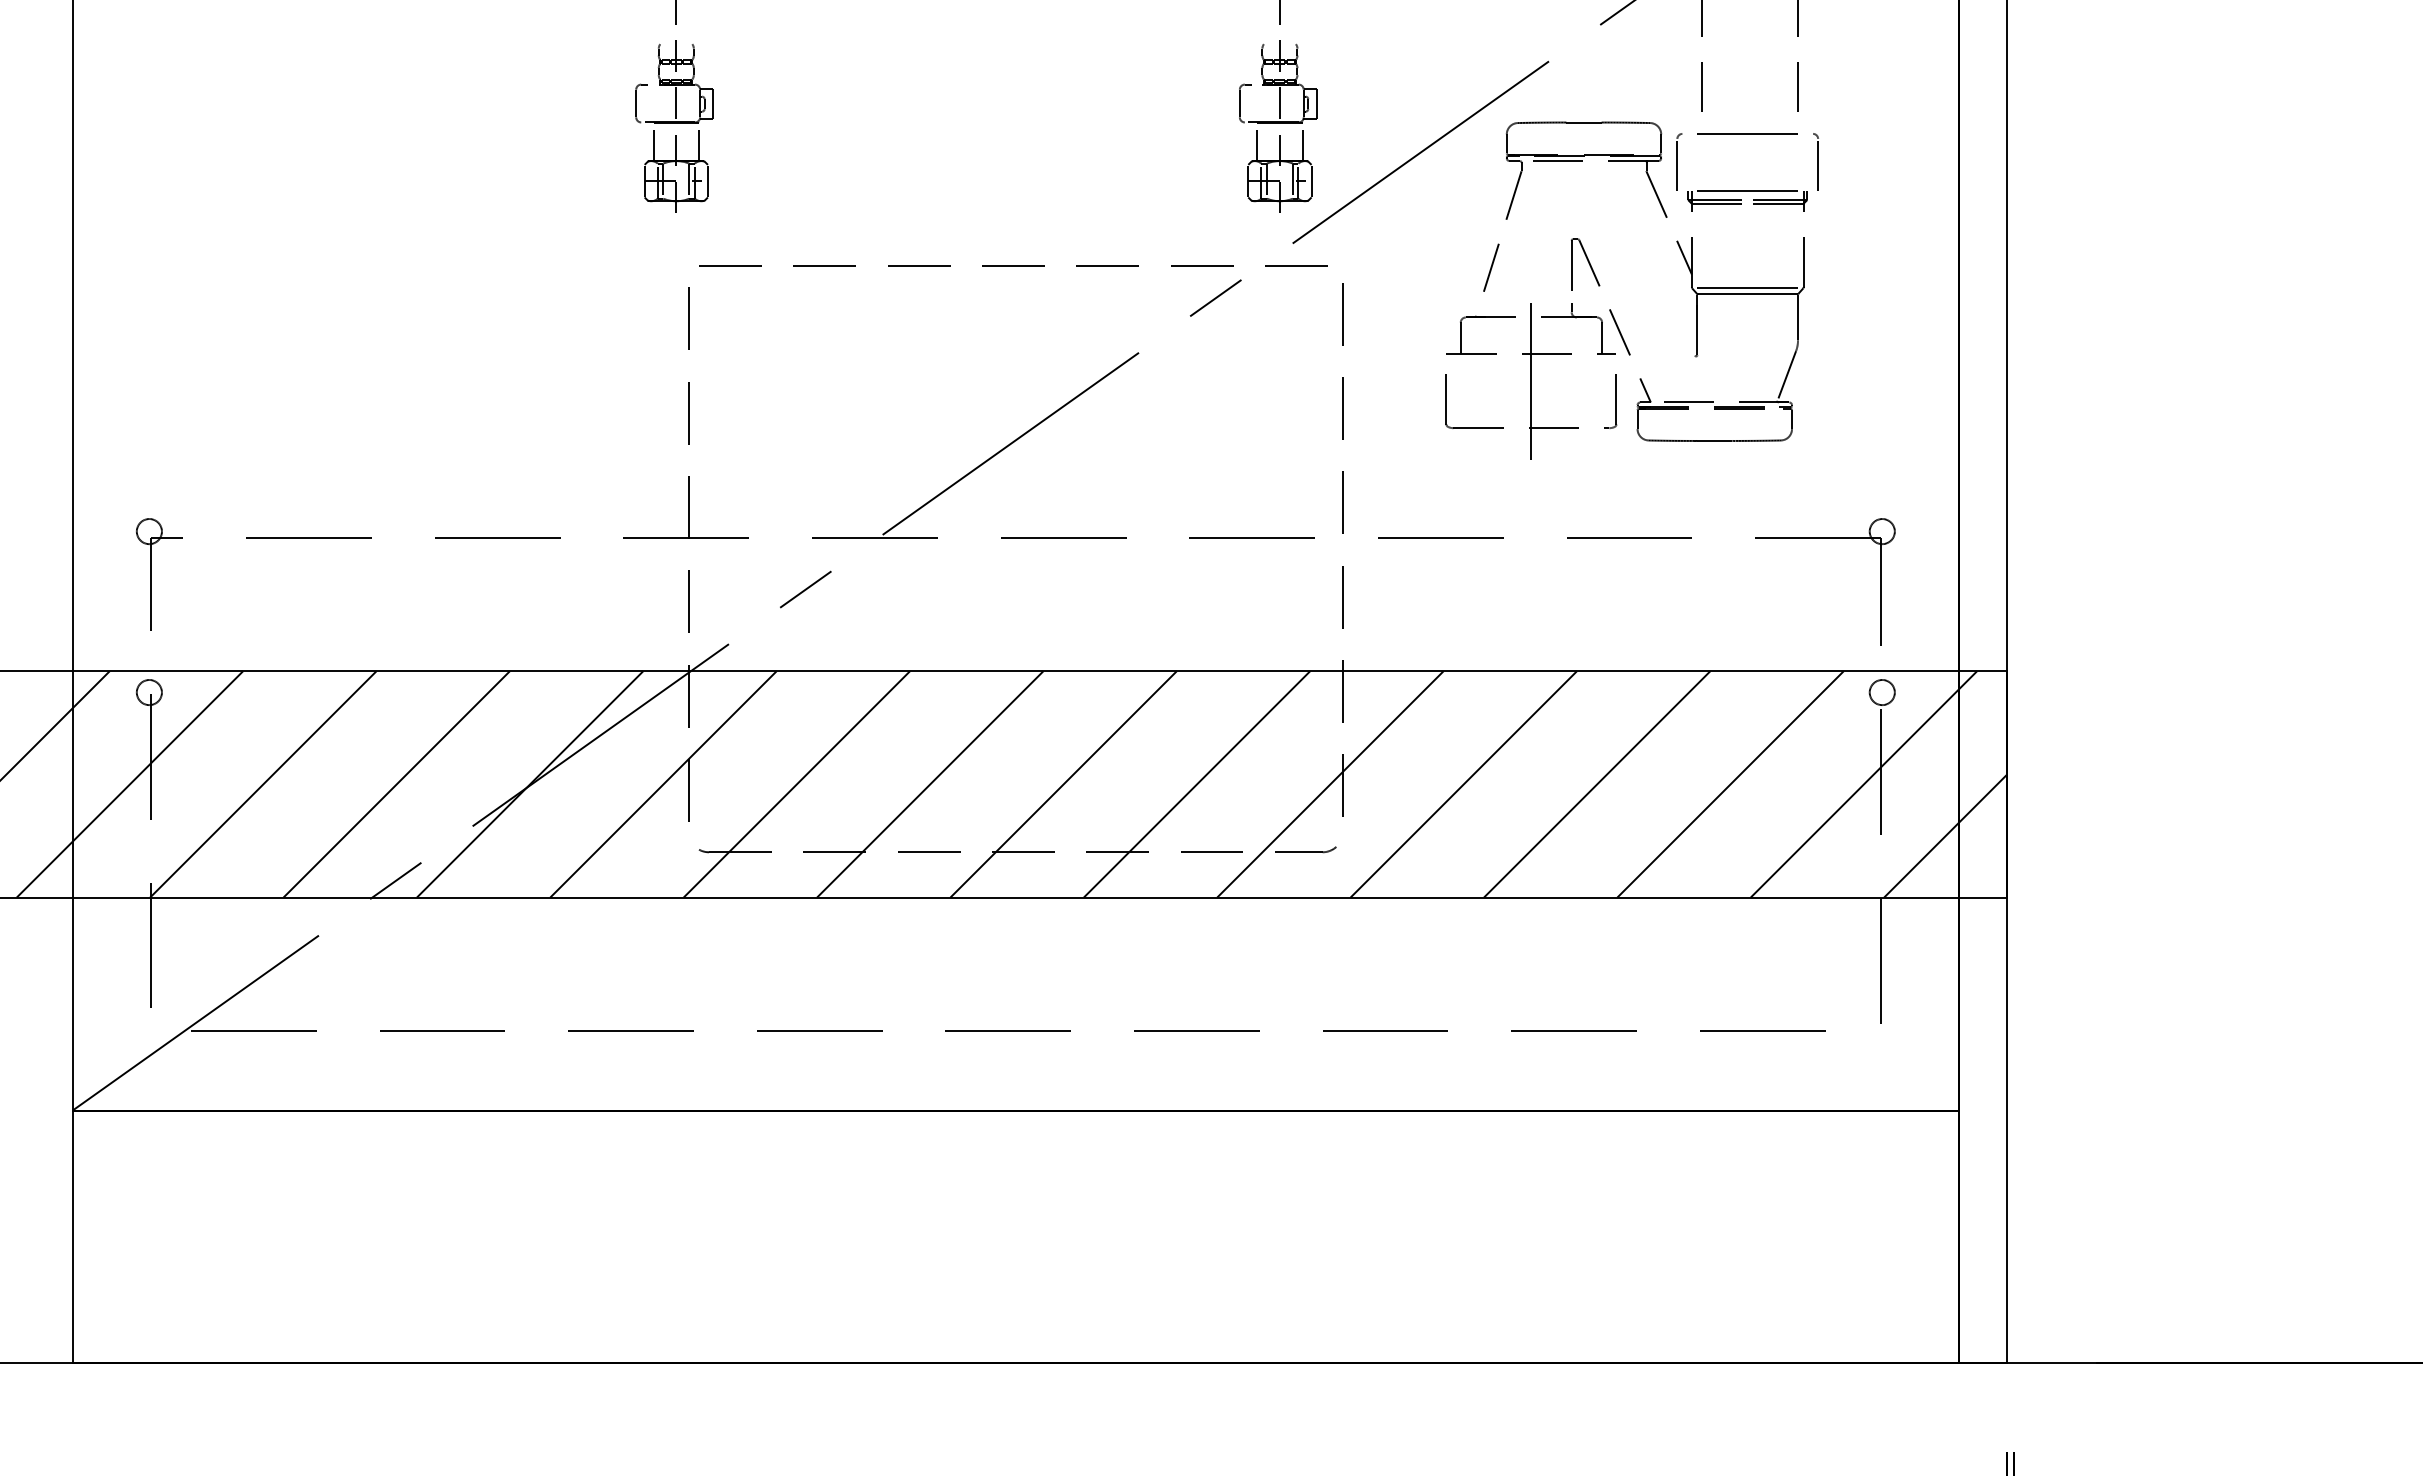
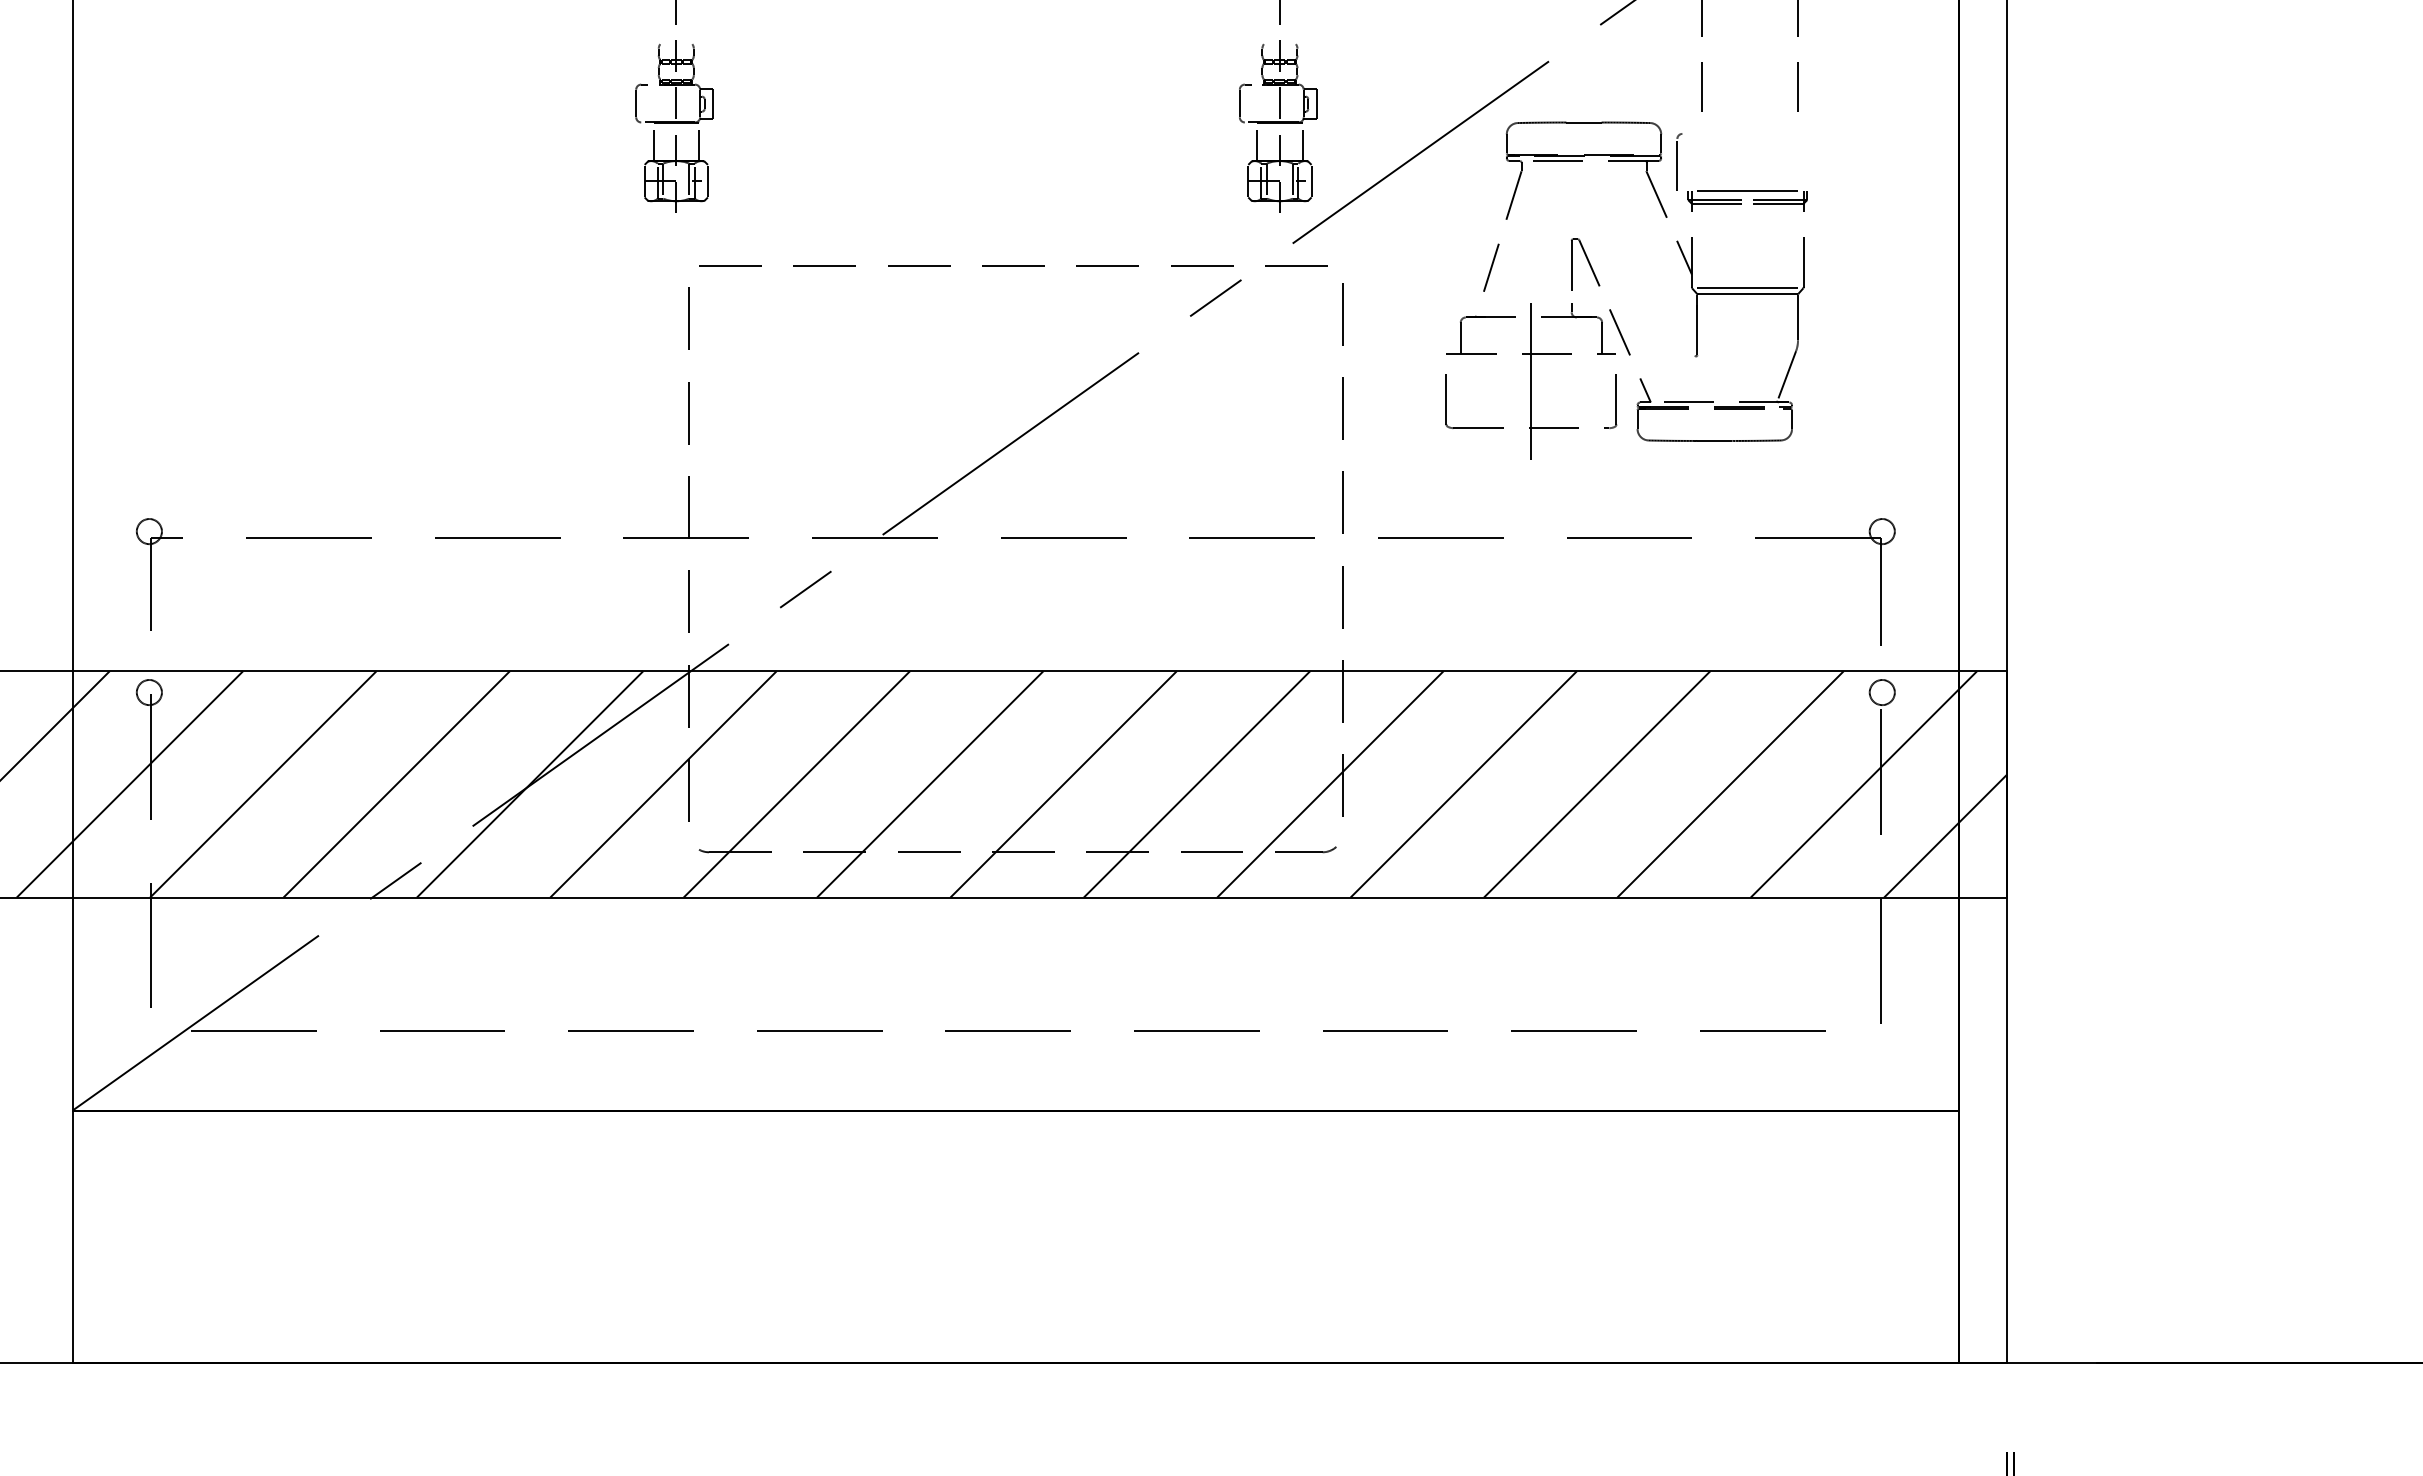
line at (1747, 133): present -> none
part at (1815, 161): present -> none
